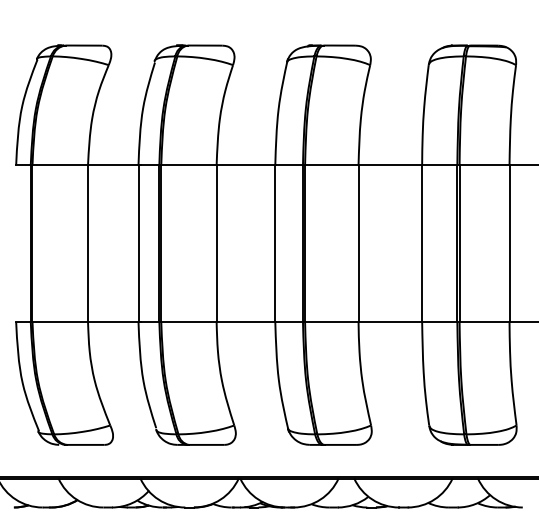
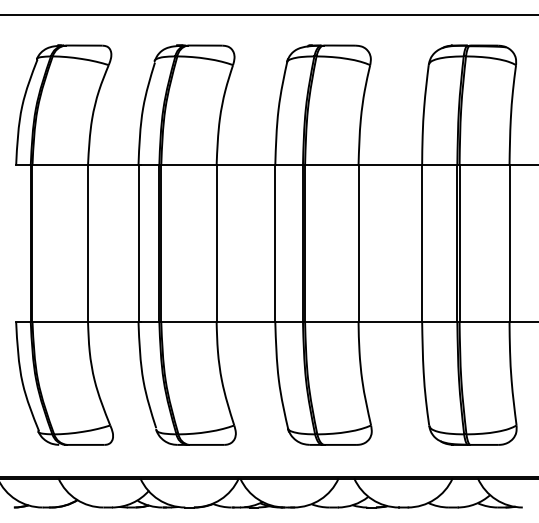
line at (268, 15): none -> present
